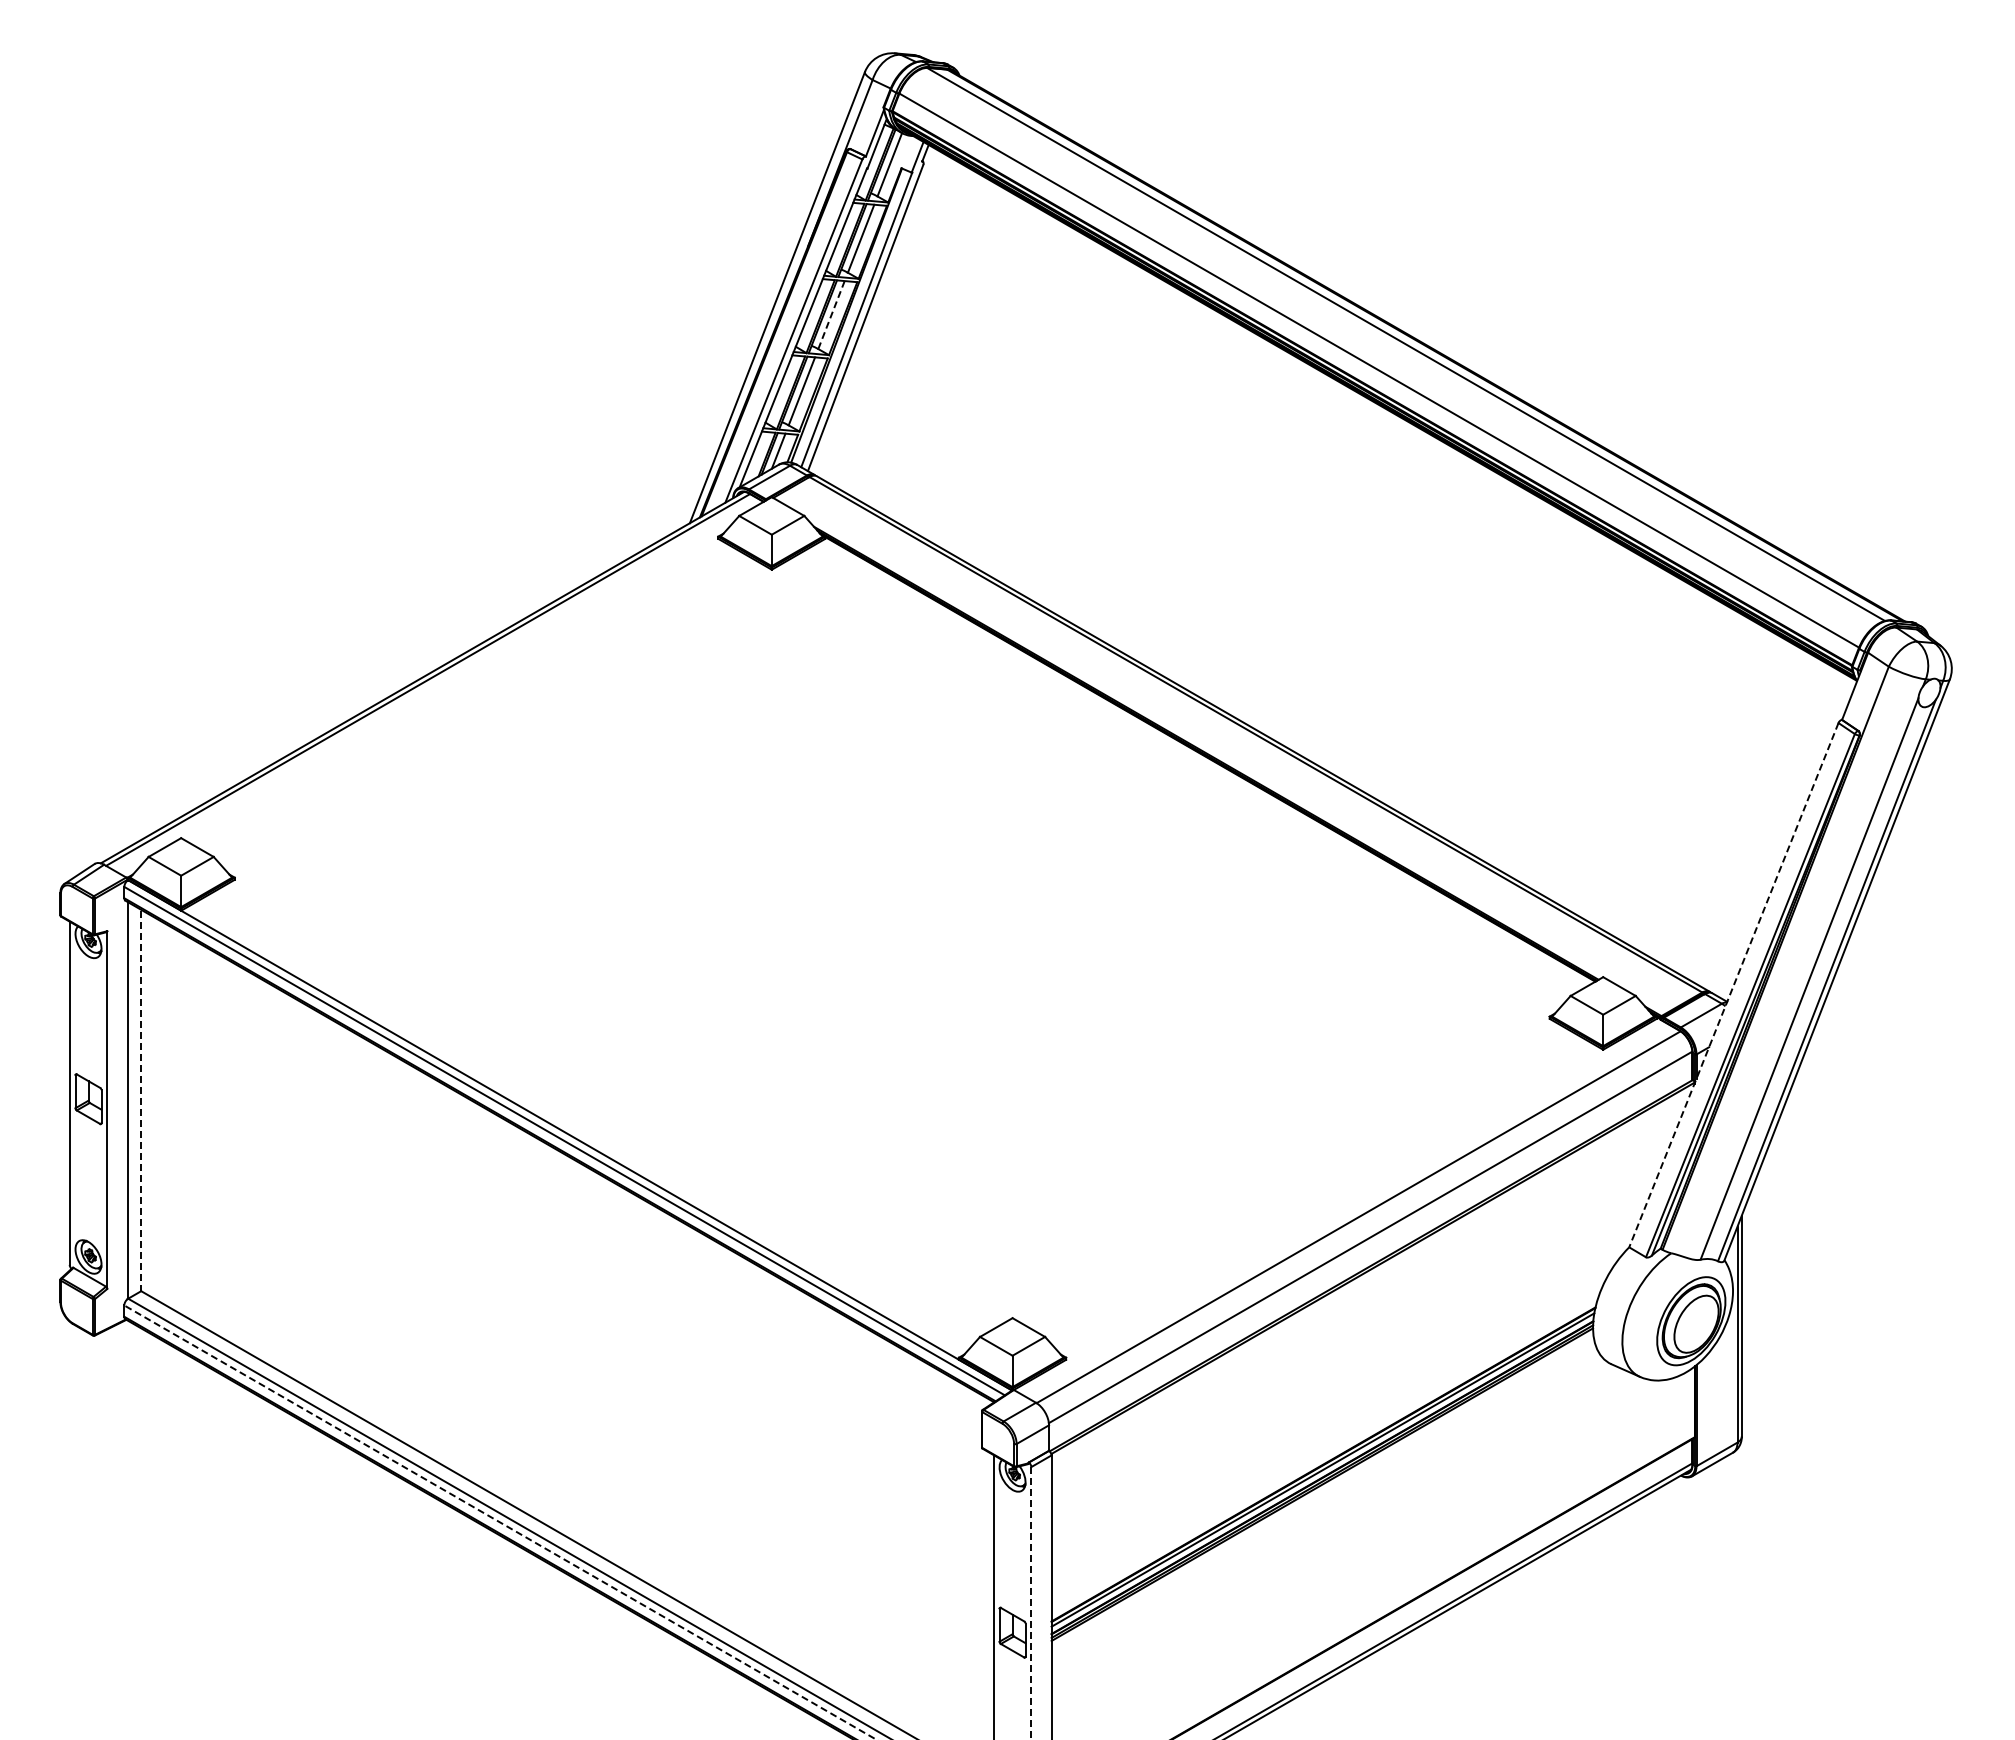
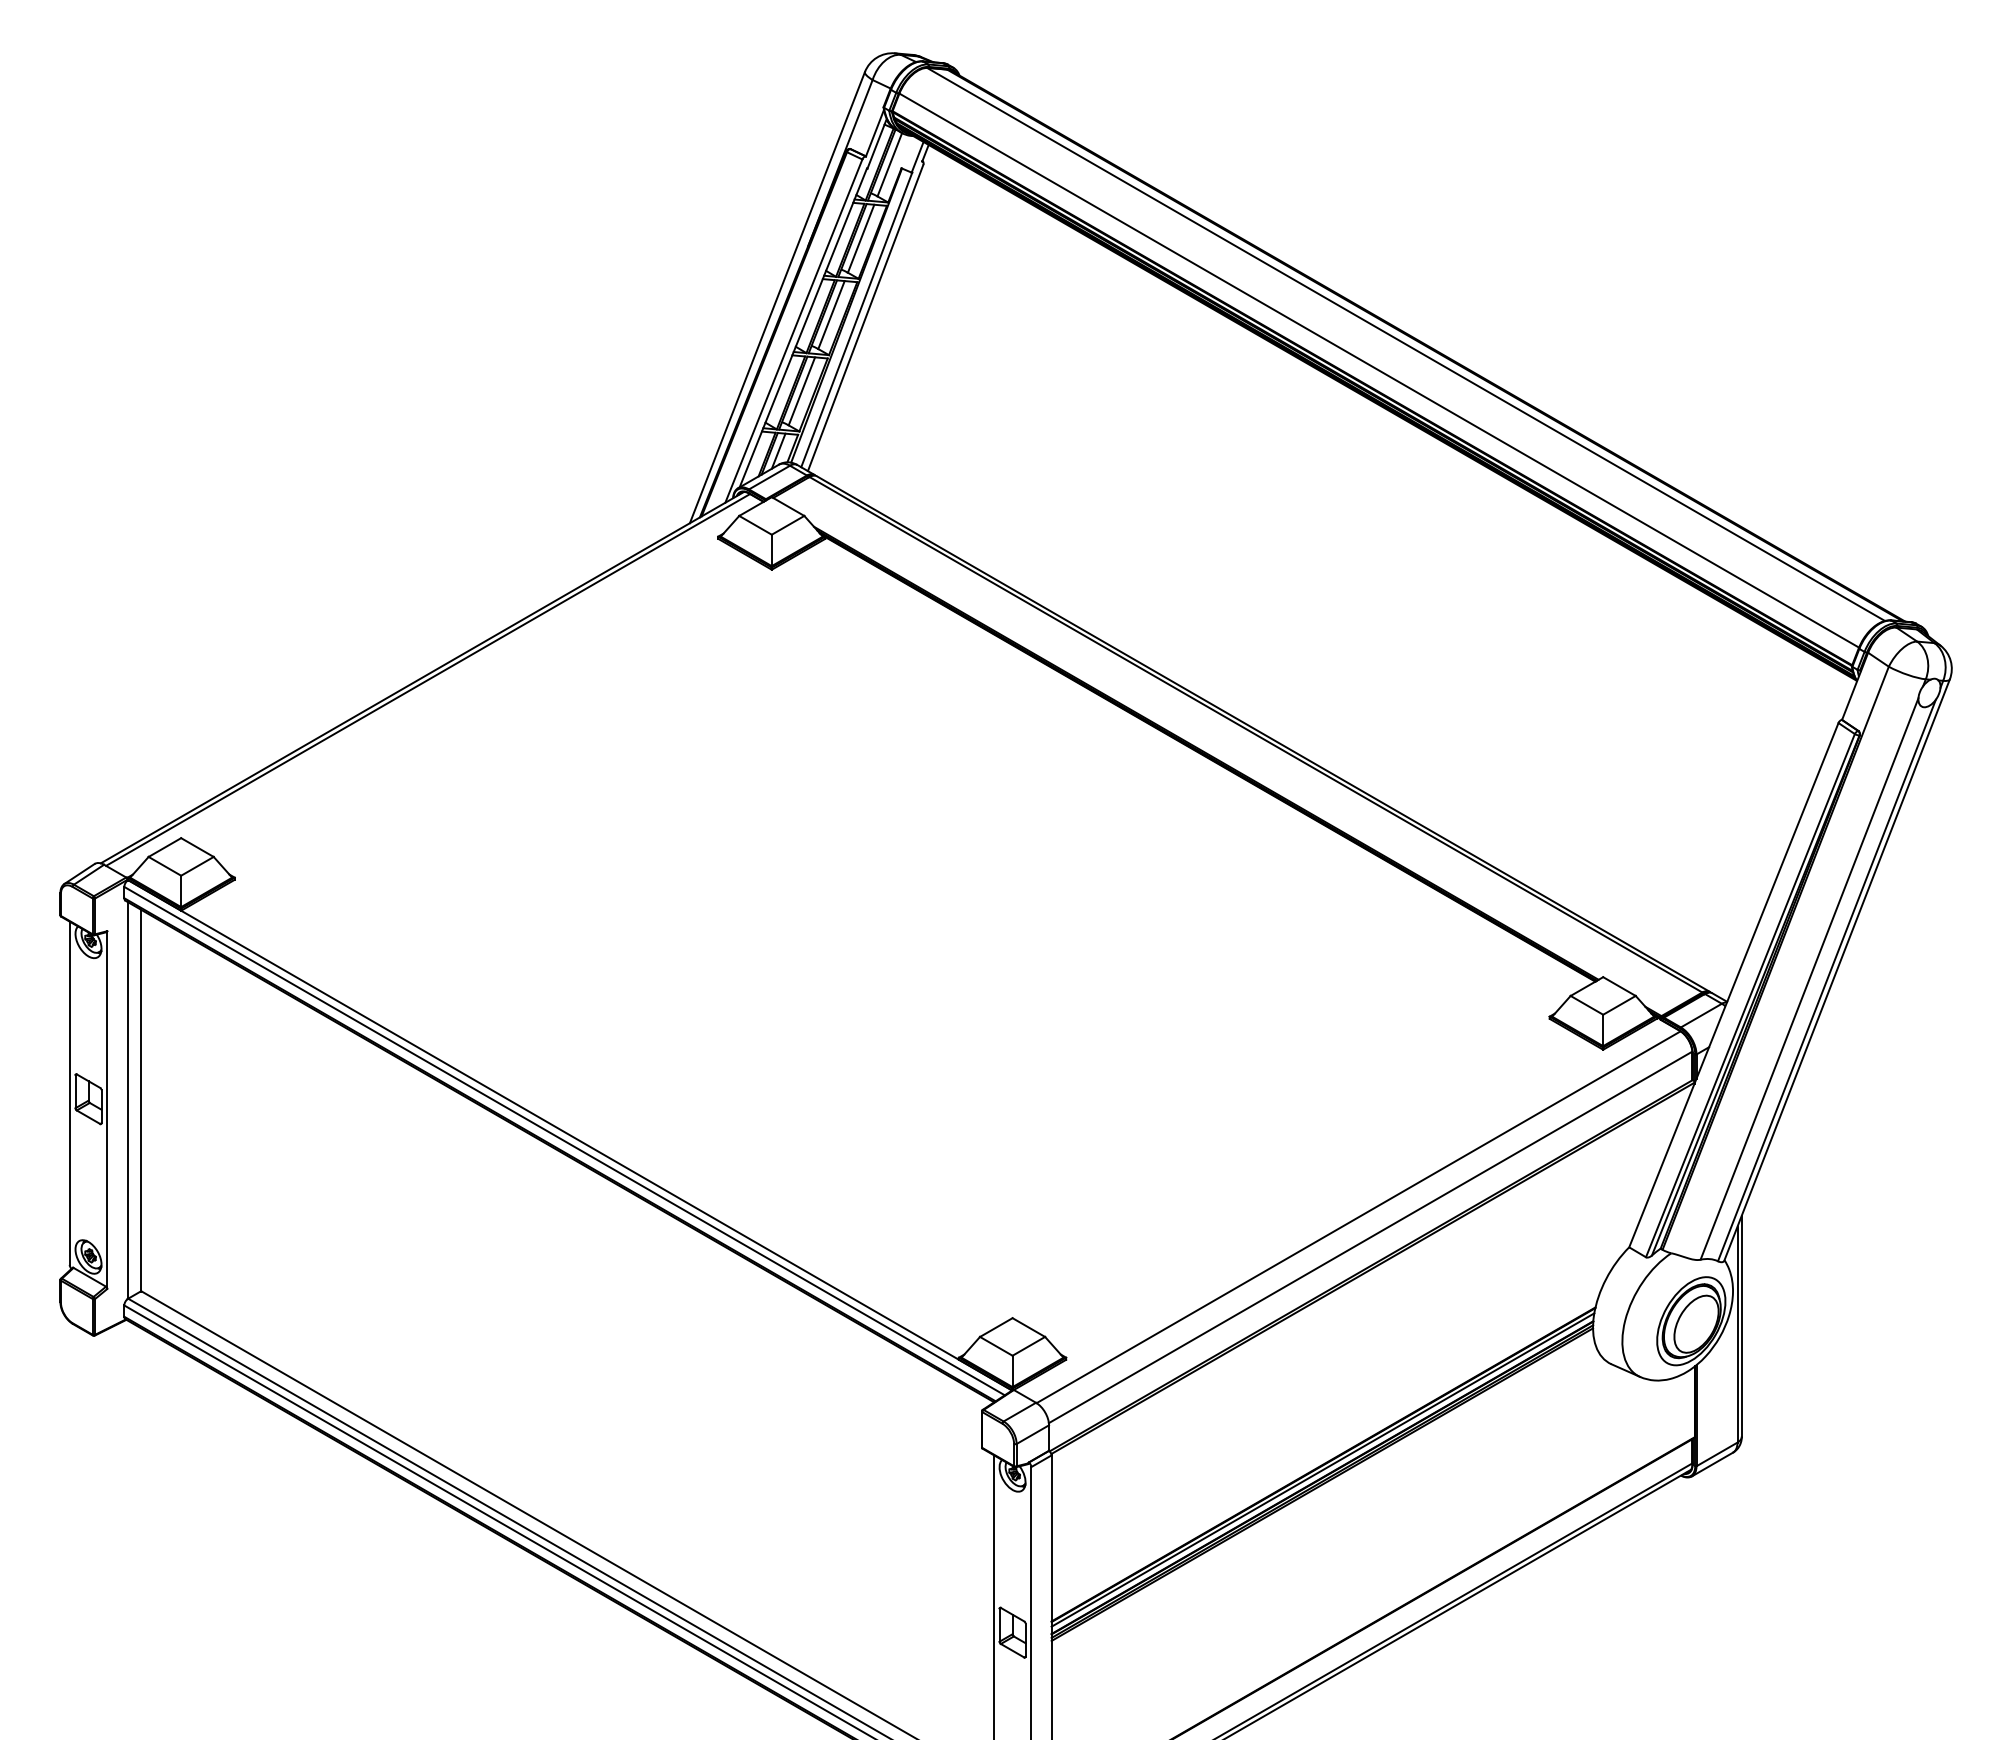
line at (831, 314): dashed -> solid
line at (1733, 985): dashed -> solid
line at (140, 1100): dashed -> solid
line at (499, 1522): dashed -> solid
line at (1031, 1603): dashed -> solid
